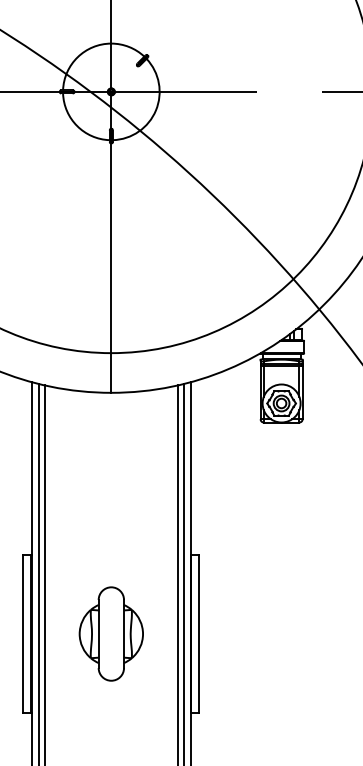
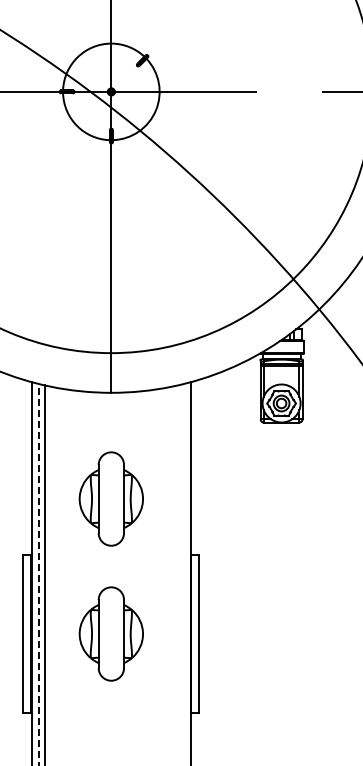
part at (110, 498): none -> present
line at (184, 572): present -> none
line at (177, 573): present -> none
line at (38, 574): solid -> dashed
